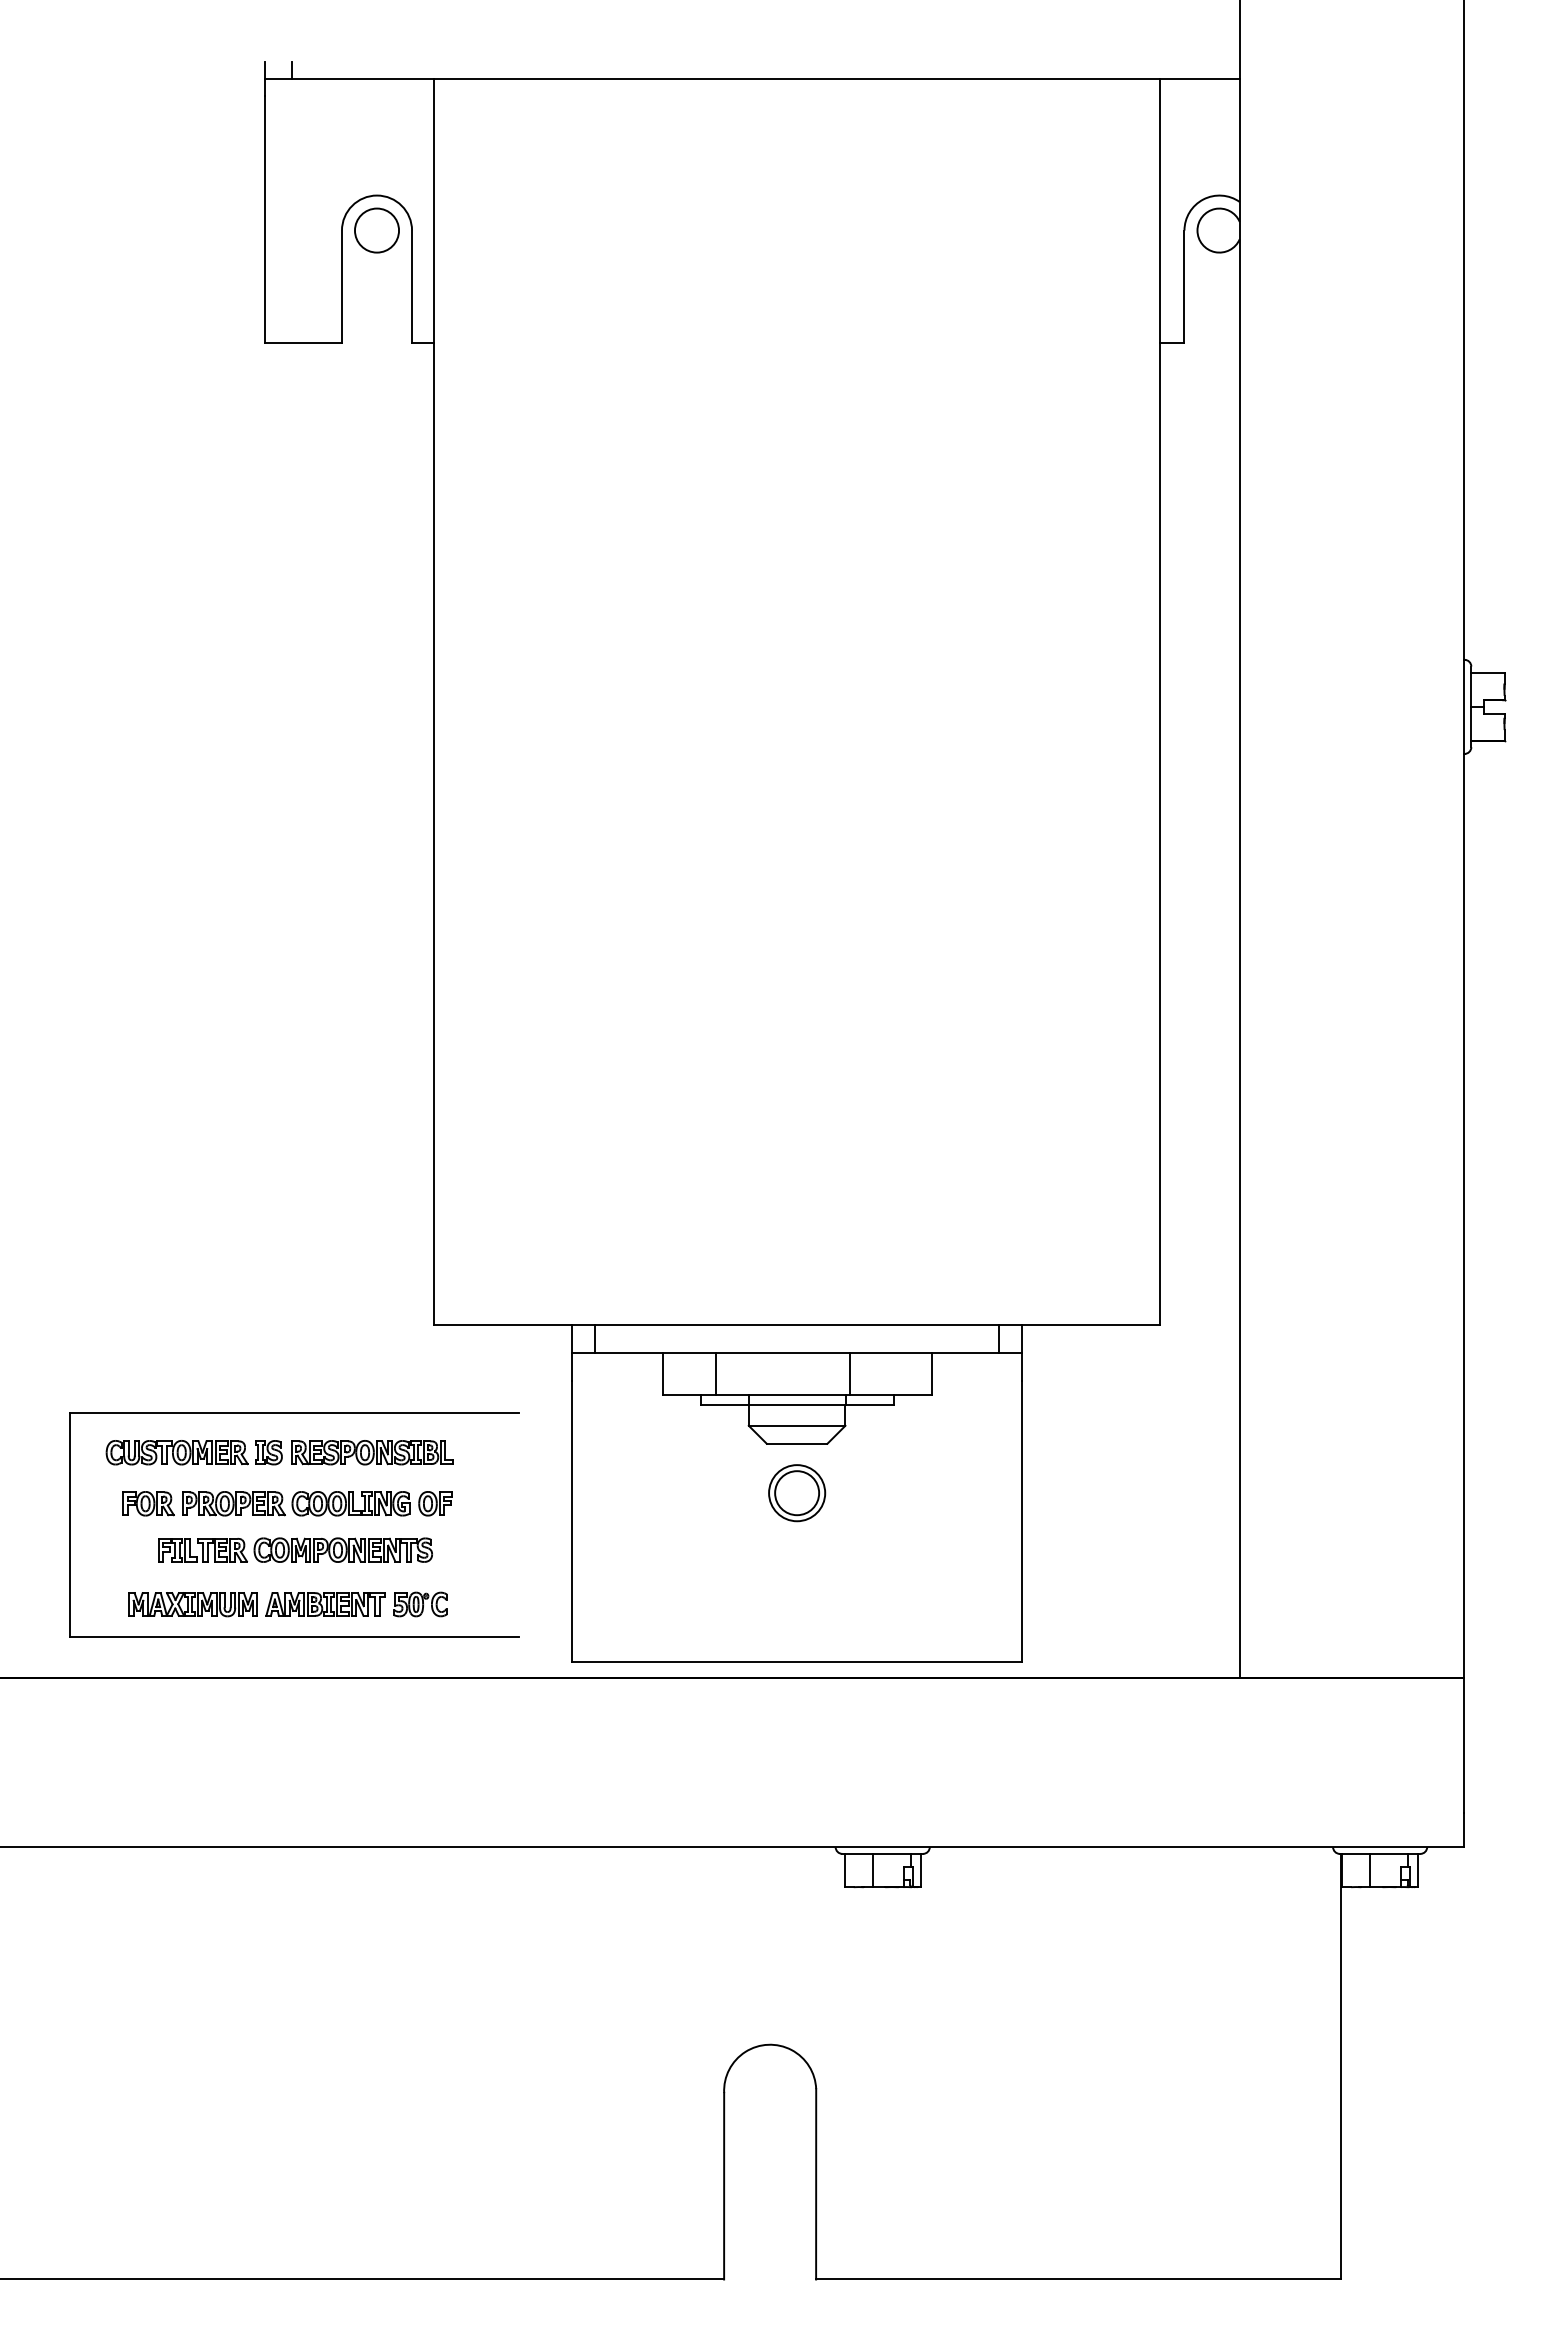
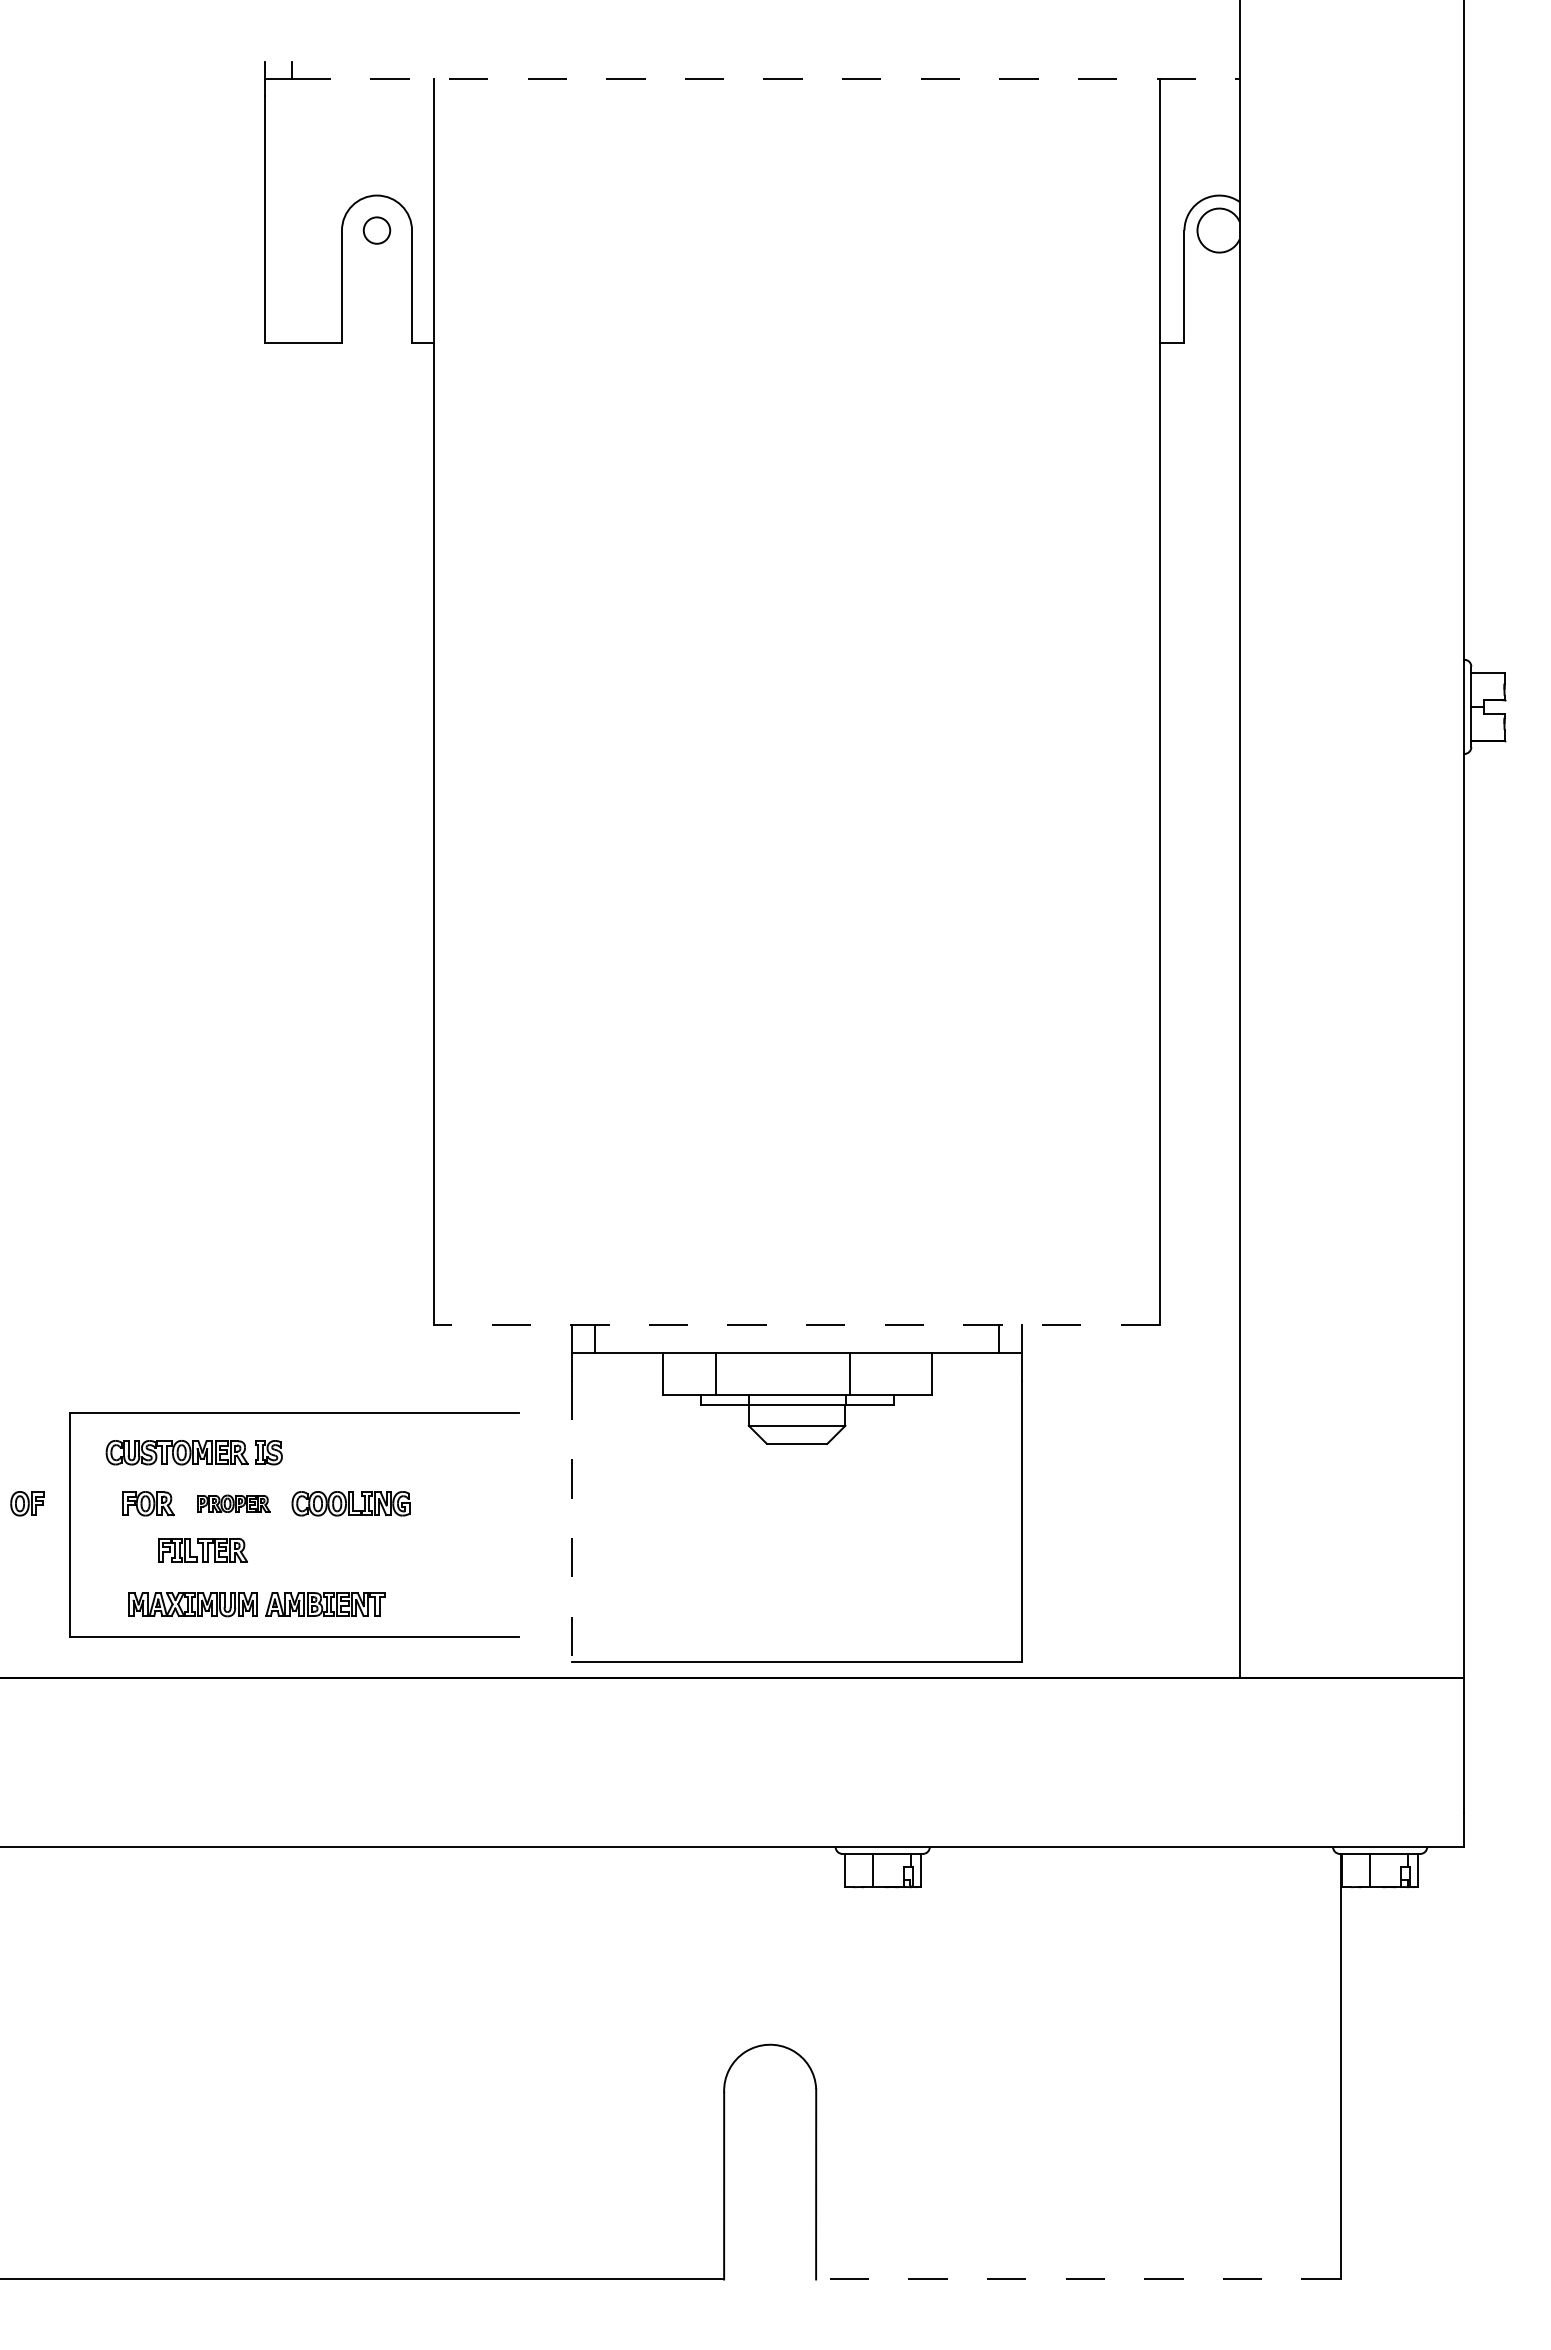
line at (766, 78): solid -> dashed
circle at (376, 230) diameter: 44 px -> 26 px
line at (797, 1324): solid -> dashed
part at (372, 1452): present -> none
part at (797, 1493): present -> none
part at (233, 1503) size: 104x26 px -> 74x19 px
part at (435, 1503) position: (435, 1503) -> (27, 1503)
line at (572, 1521): solid -> dashed
part at (342, 1549): present -> none
part at (420, 1604): present -> none
line at (1077, 2279): solid -> dashed
